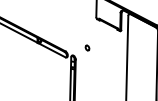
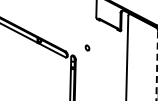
line at (157, 67): solid -> dashed
